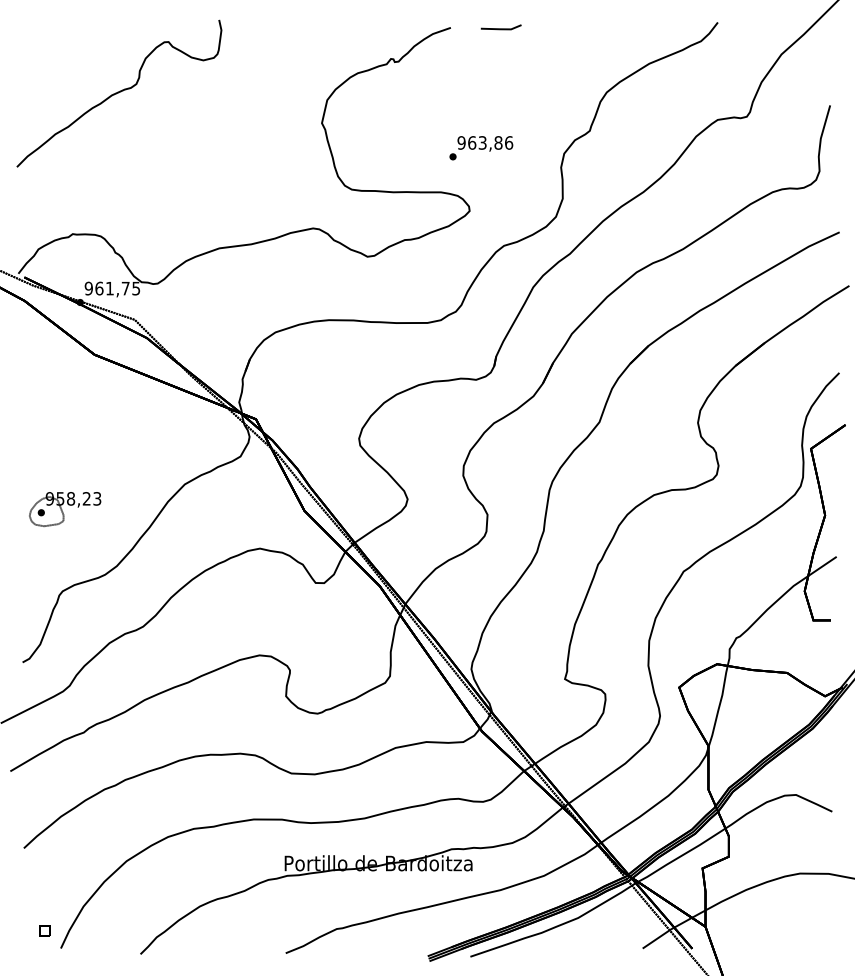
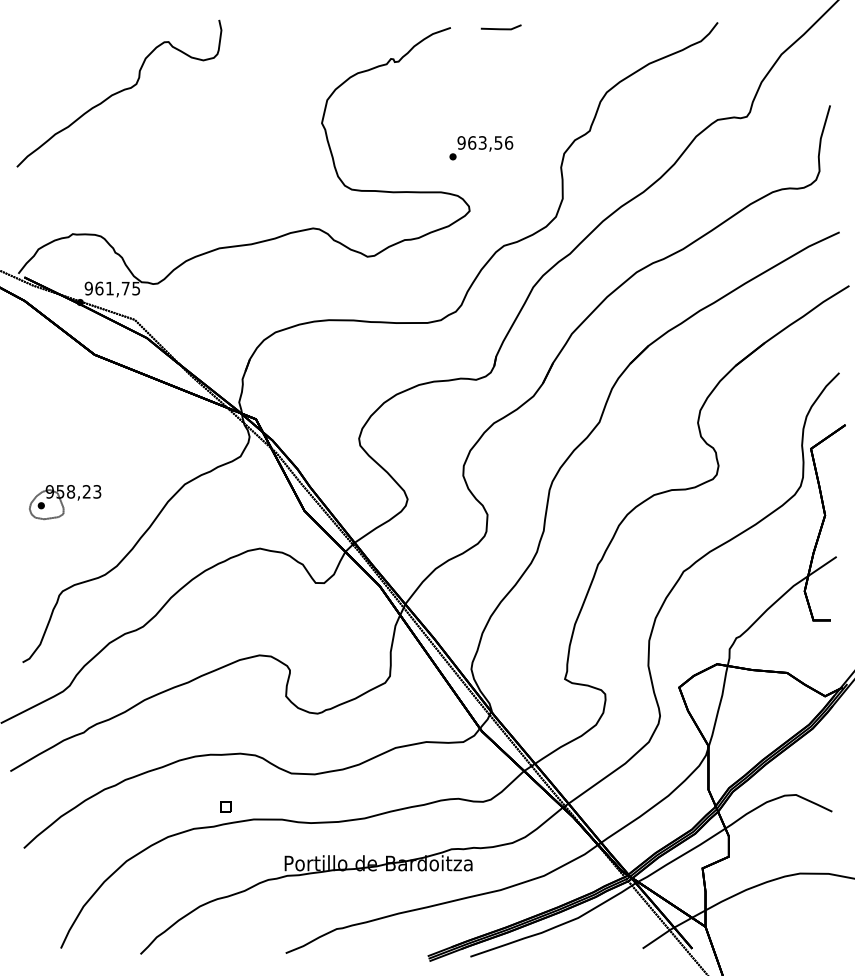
text at (498, 142): 963,86 -> 963,56
part at (65, 509) position: (65, 509) -> (65, 502)
part at (44, 930) position: (44, 930) -> (225, 806)
